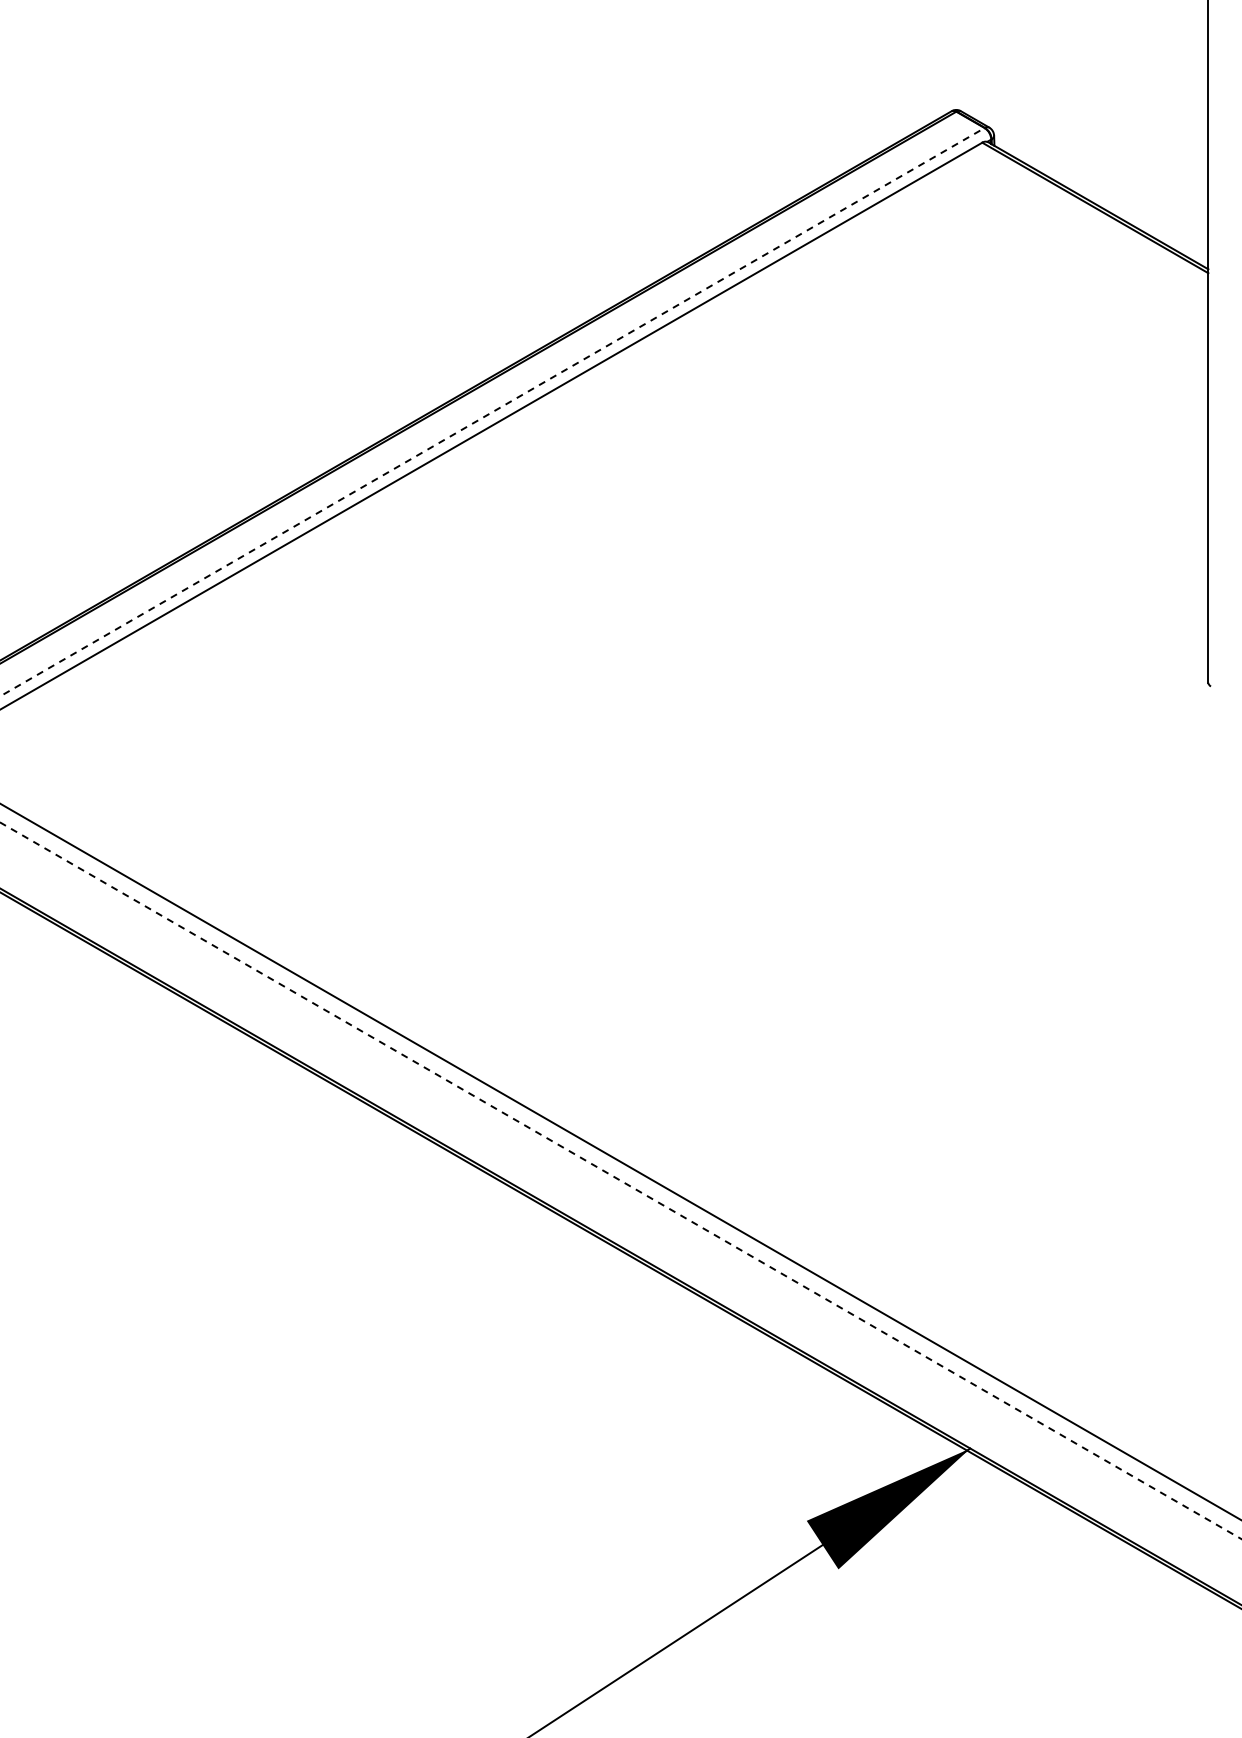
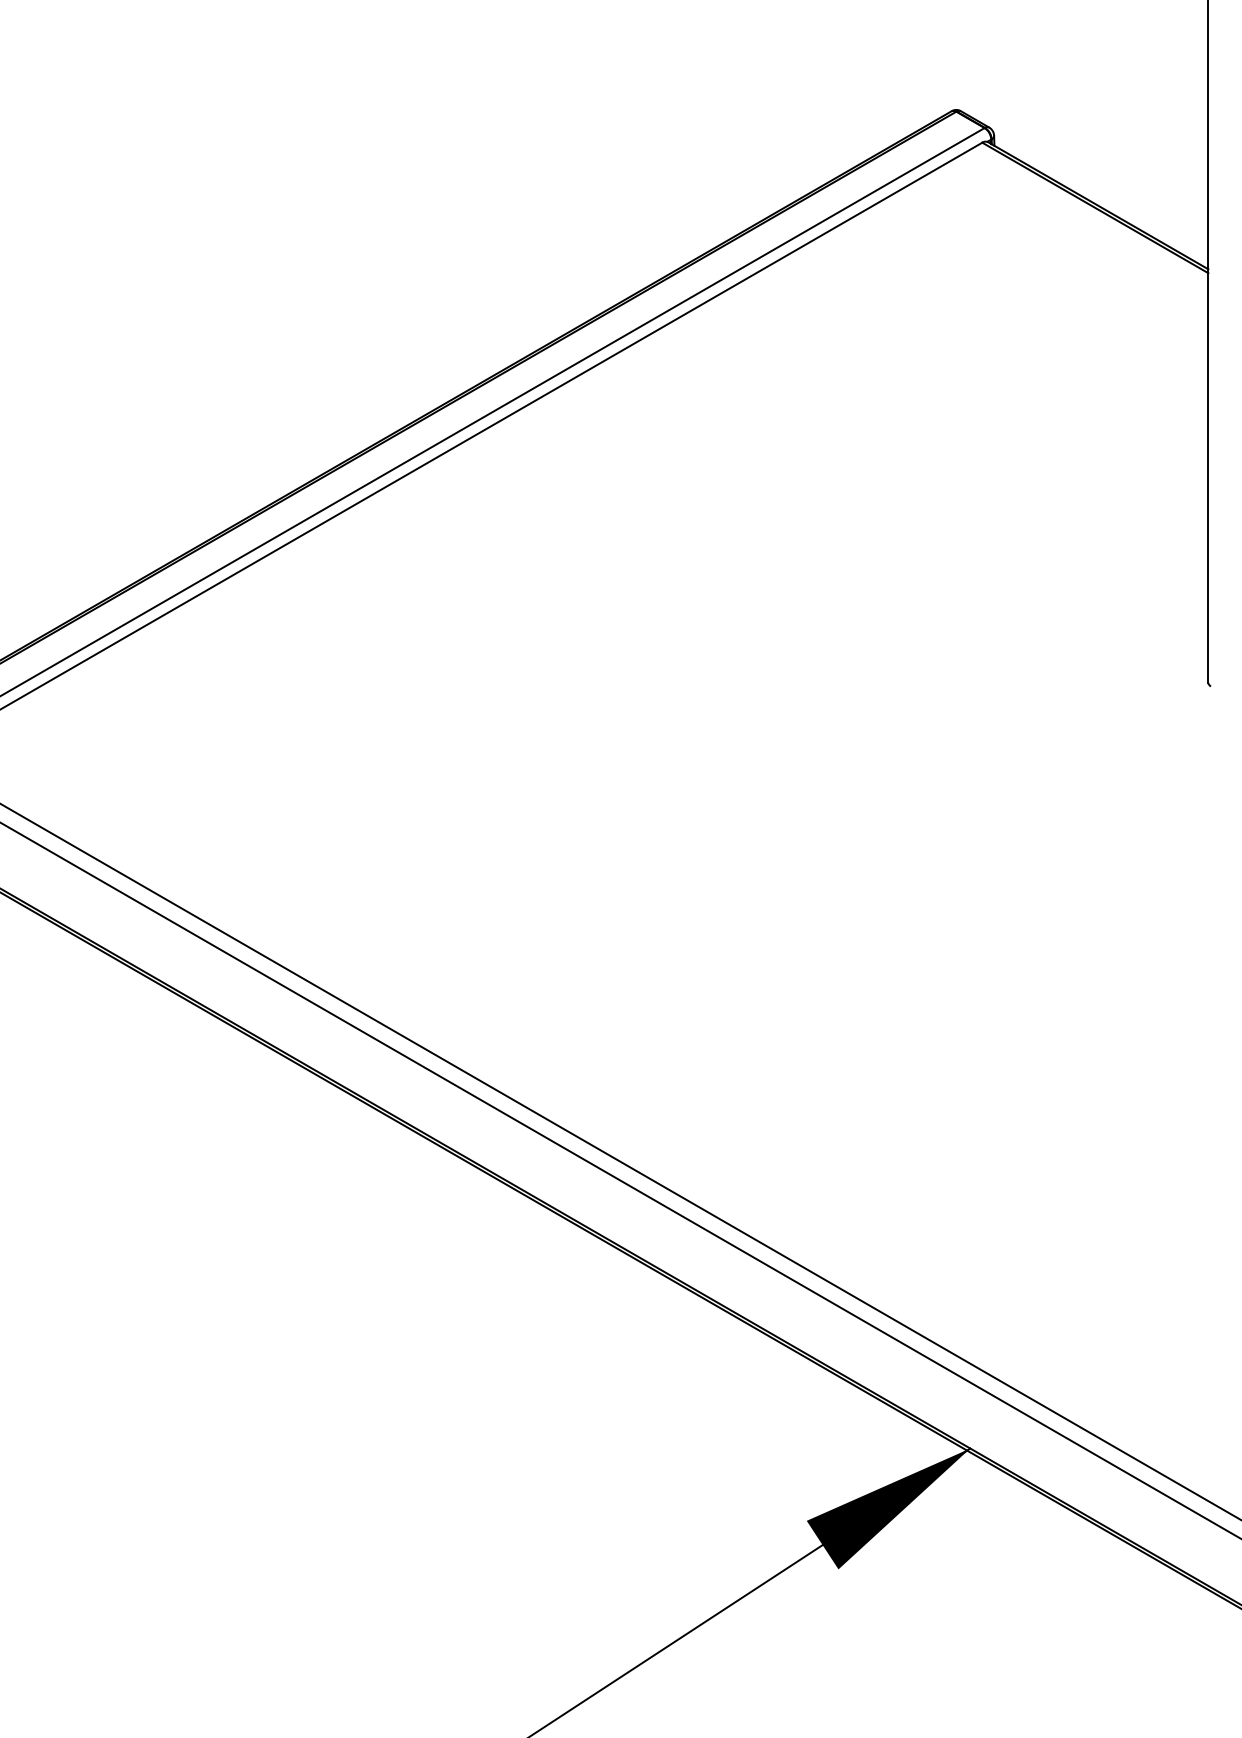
line at (492, 411): dashed -> solid
line at (621, 1181): dashed -> solid
